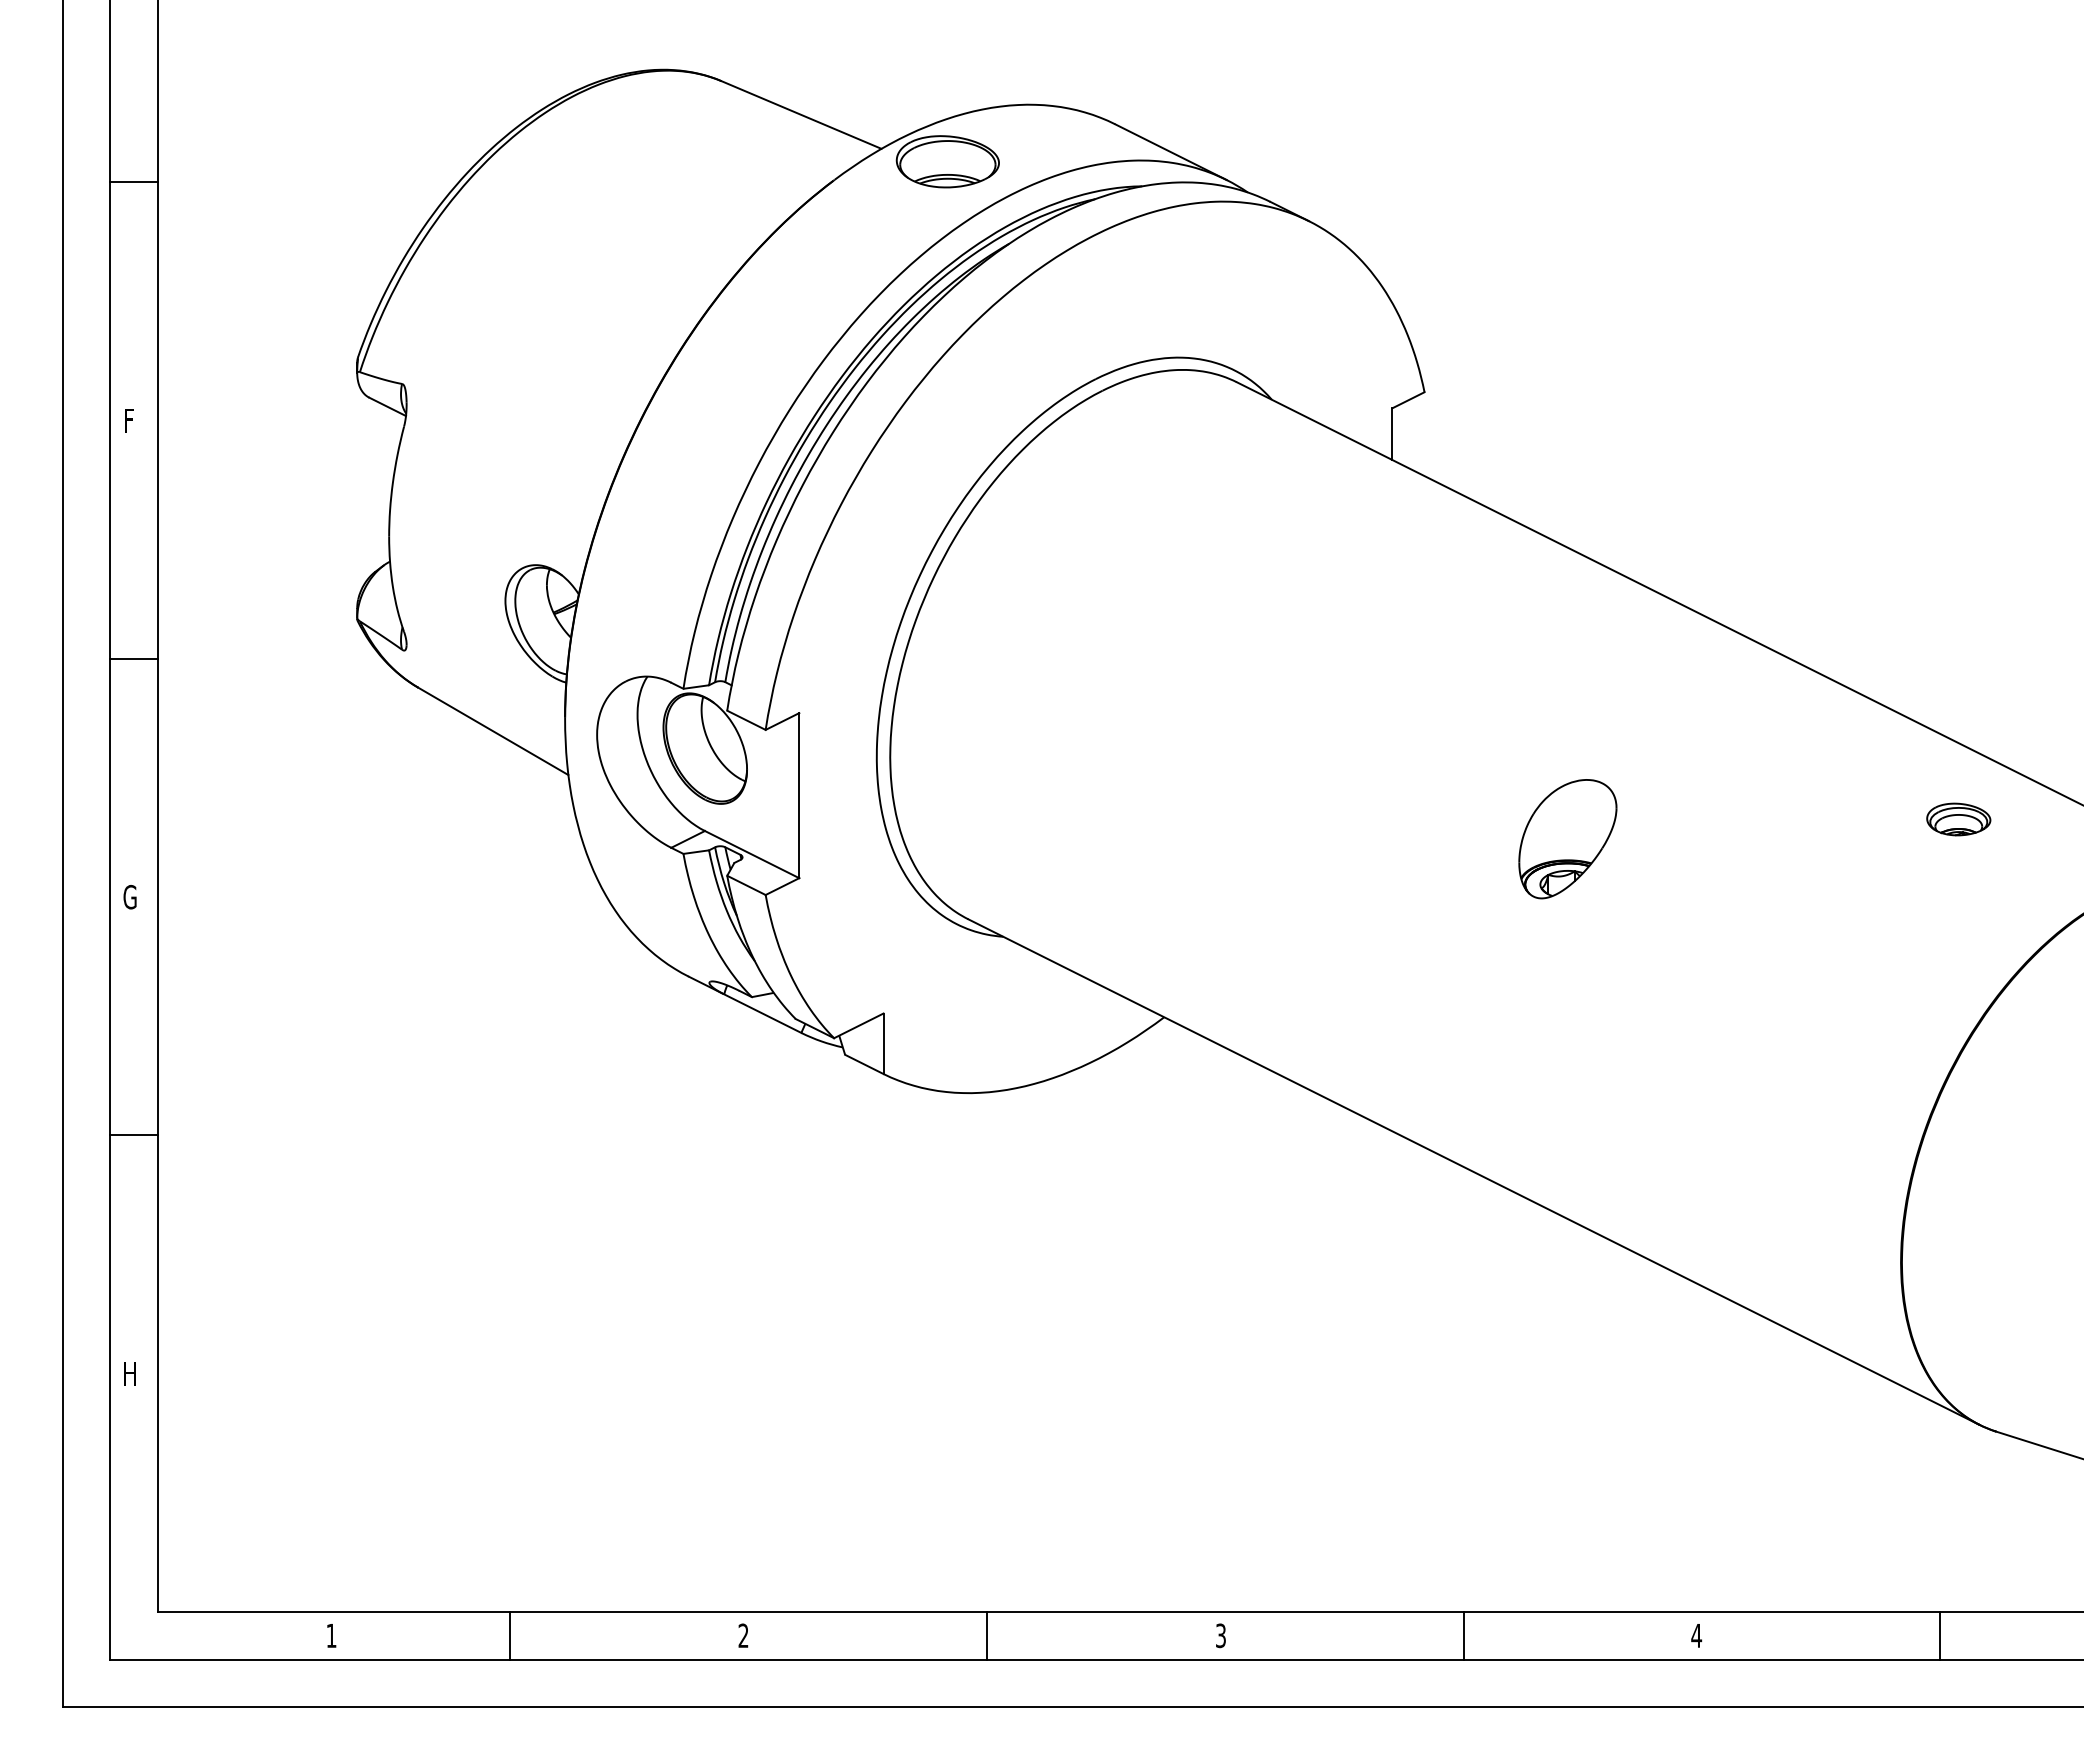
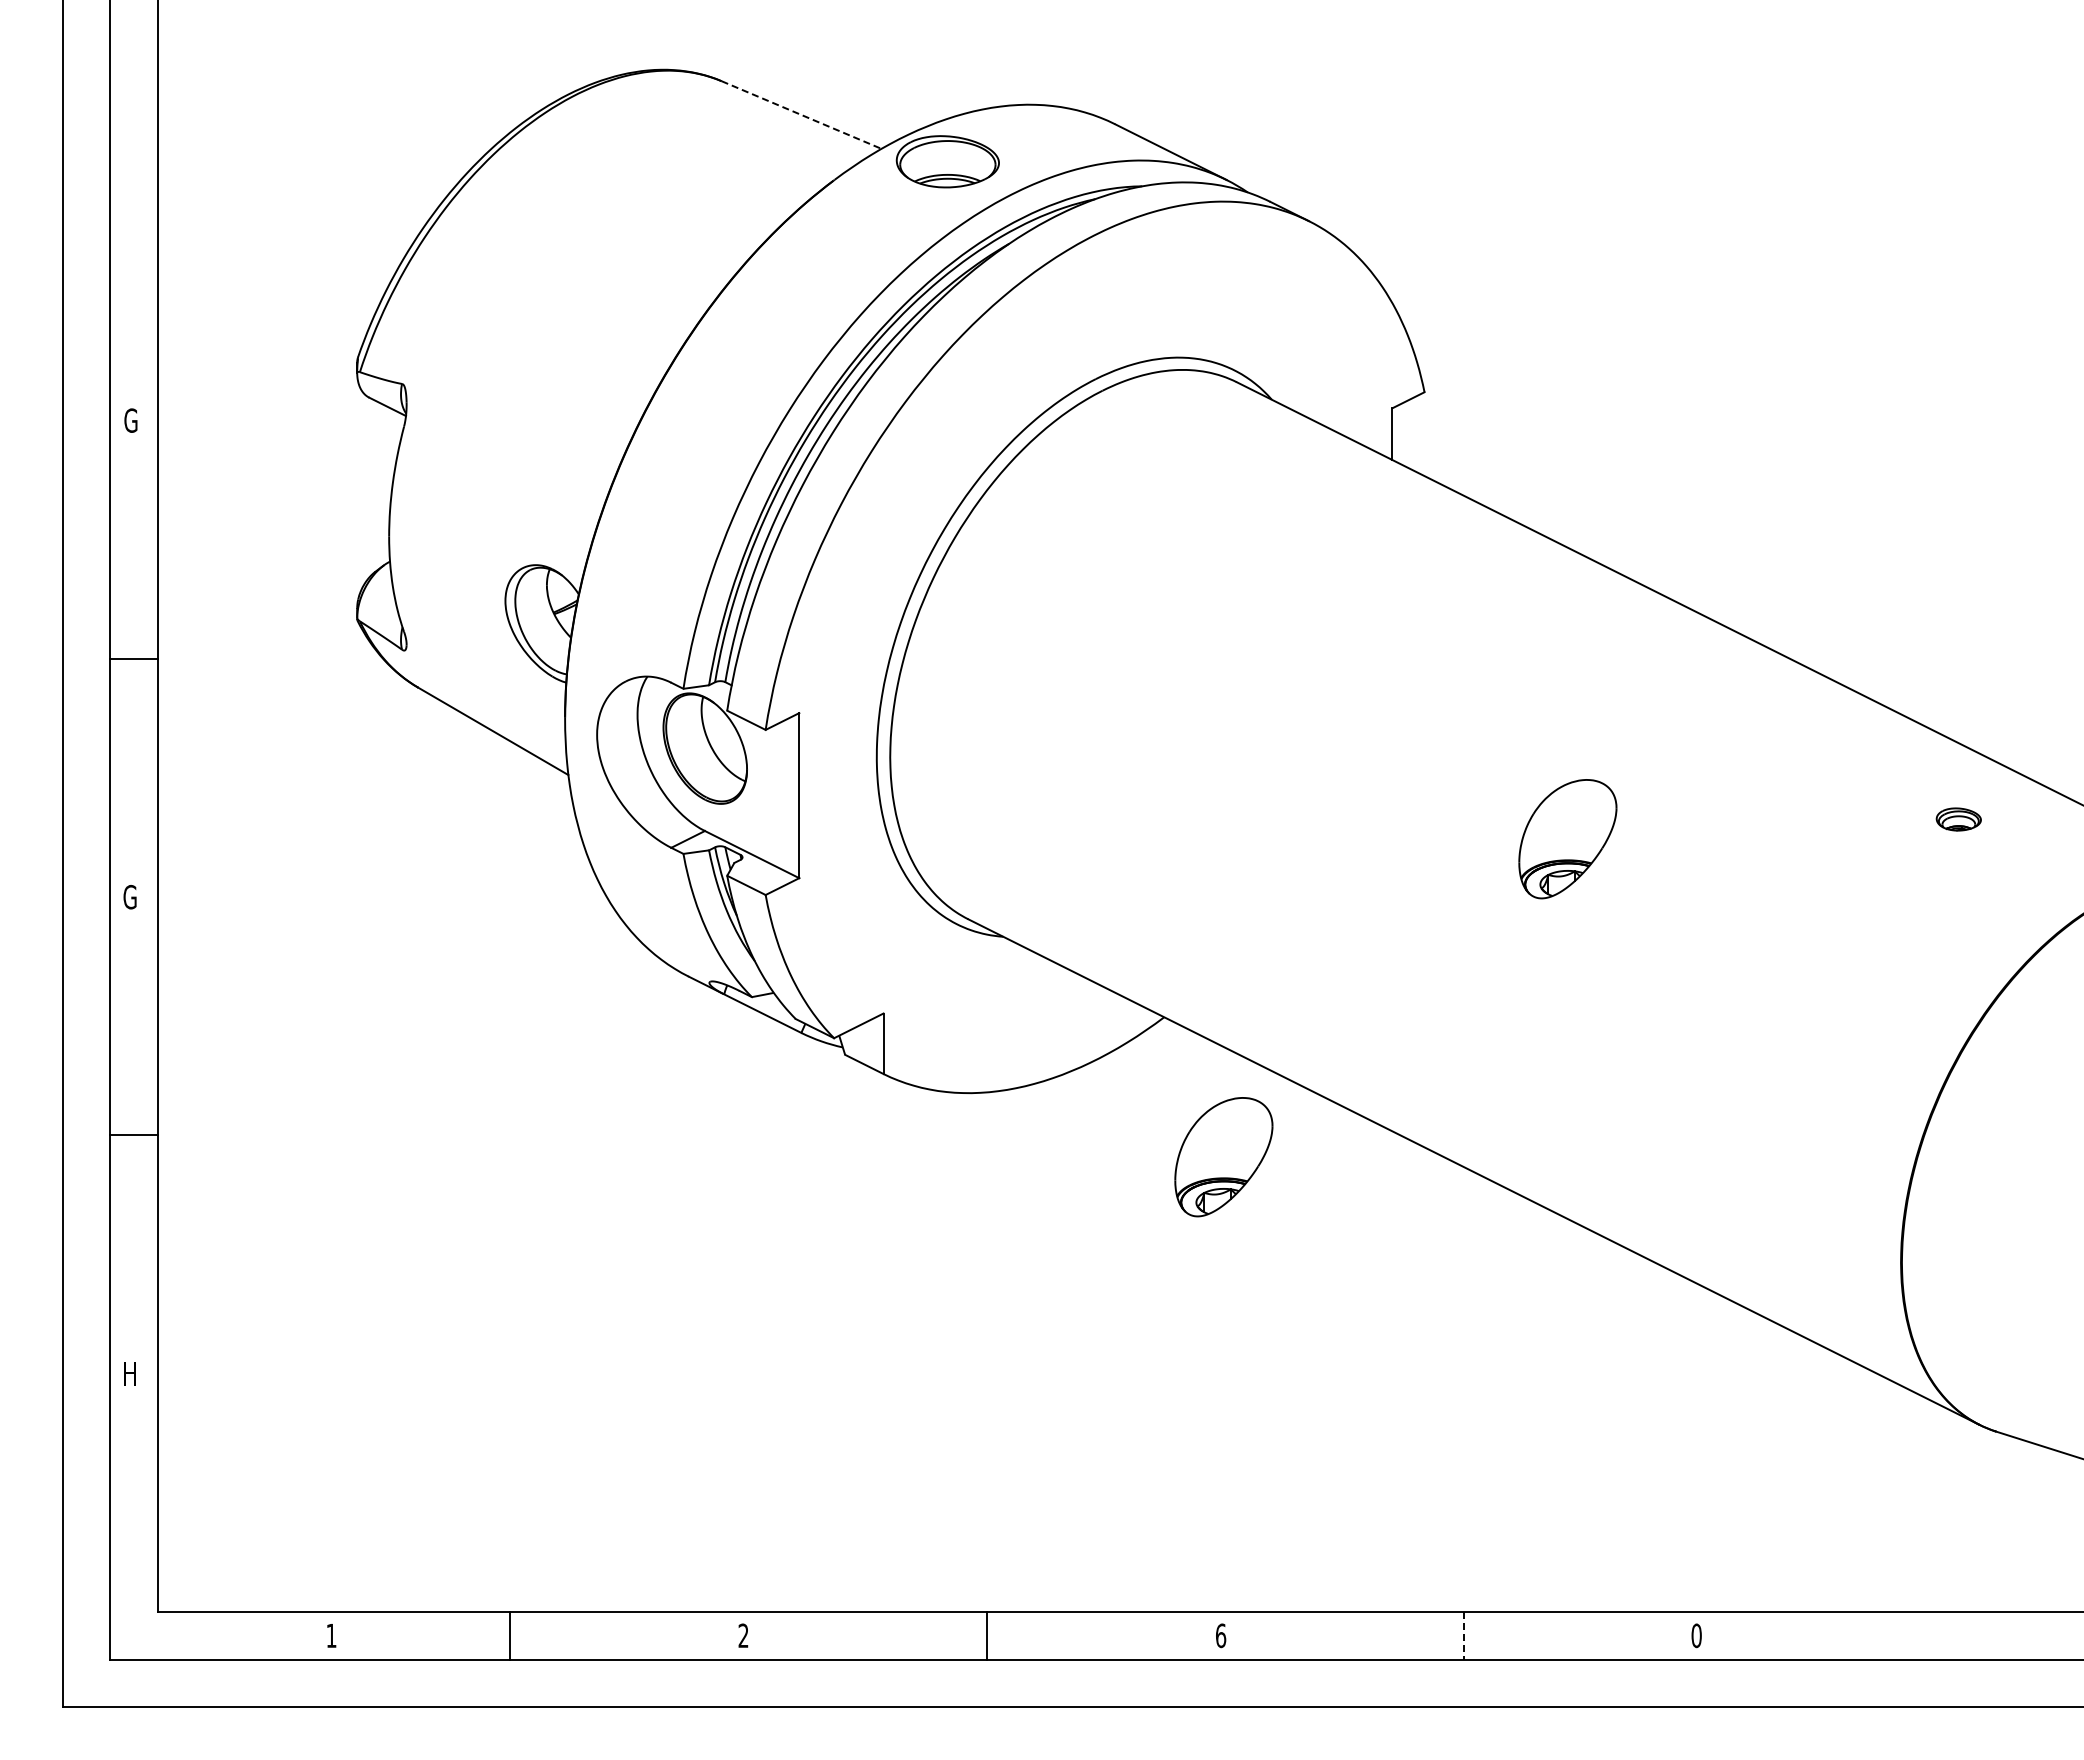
line at (801, 115): solid -> dashed
line at (133, 182): present -> none
text at (130, 420): F -> G
part at (1958, 819) size: 66x35 px -> 47x25 px
part at (1223, 1157): none -> present
text at (1221, 1635): 3 -> 6
line at (1463, 1635): solid -> dashed
text at (1696, 1635): 4 -> 0
line at (1940, 1635): present -> none
